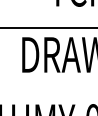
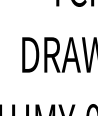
line at (48, 28): present -> none
